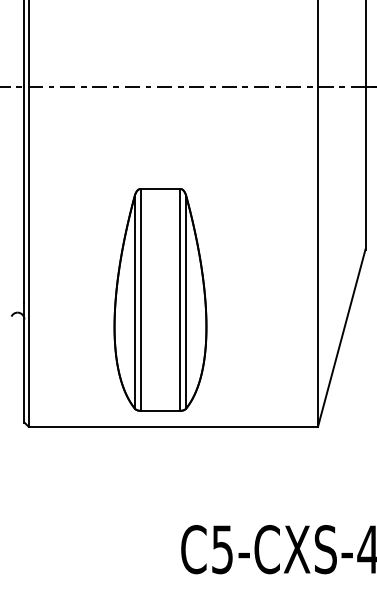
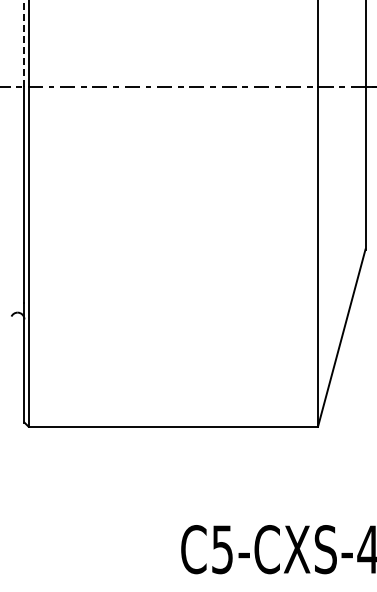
line at (24, 43): solid -> dashed
part at (160, 299): present -> none
